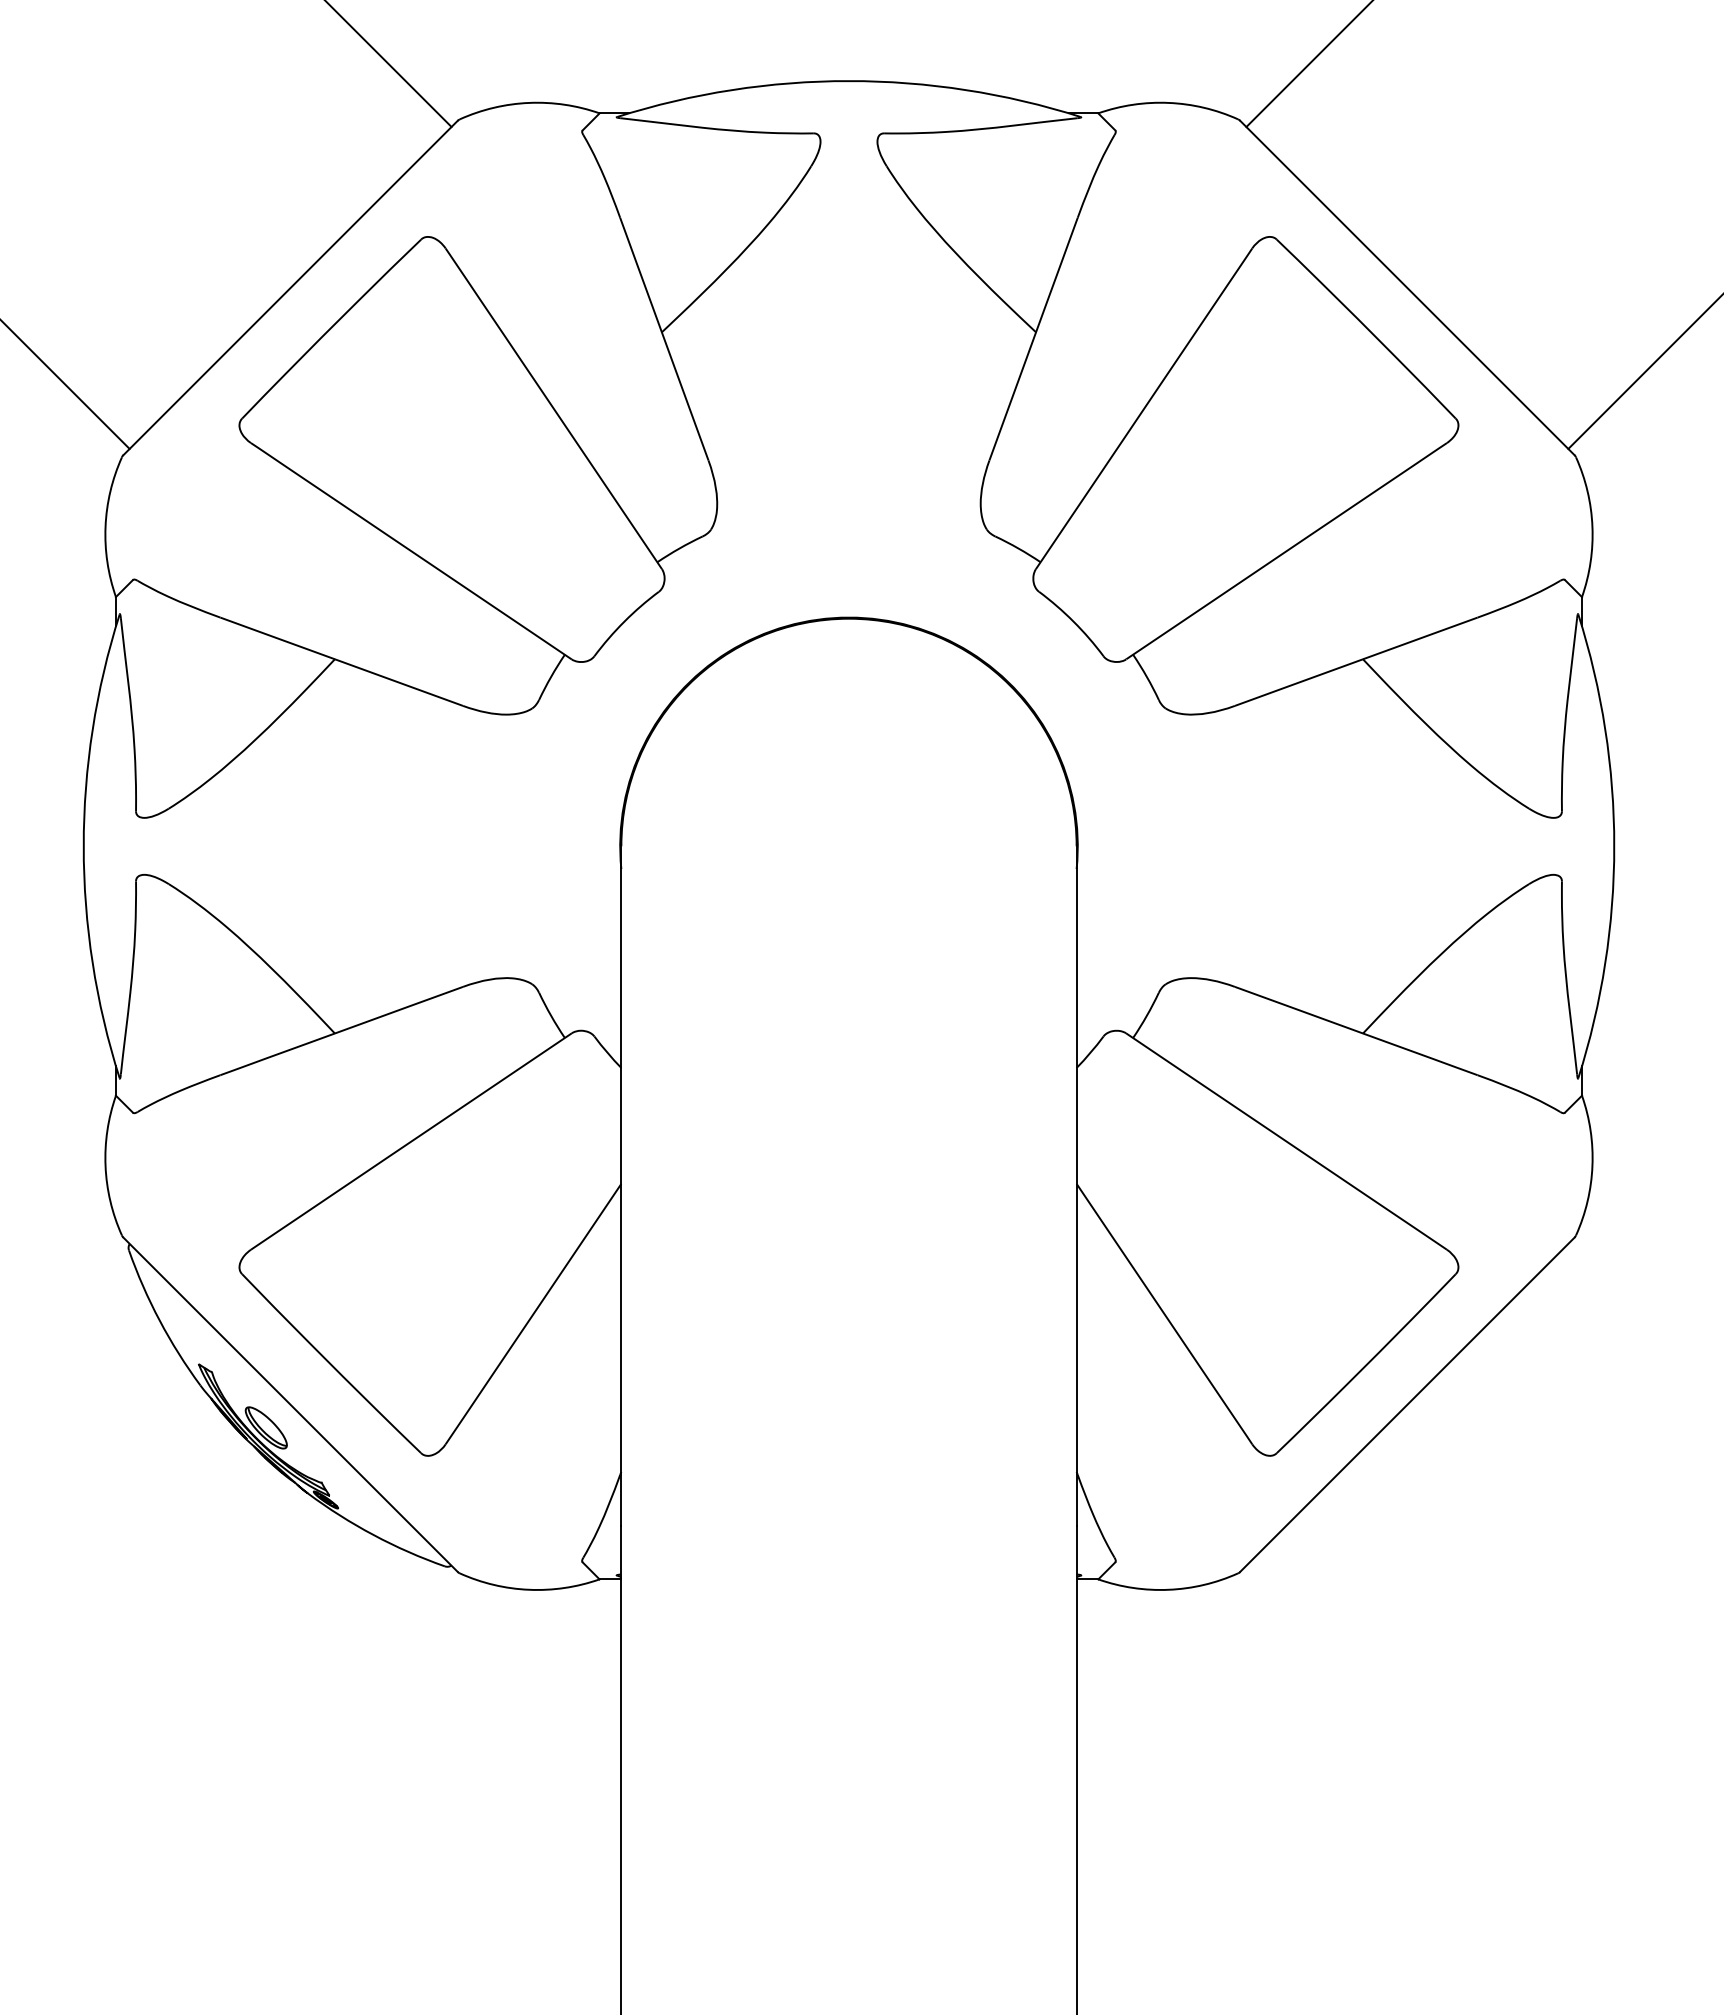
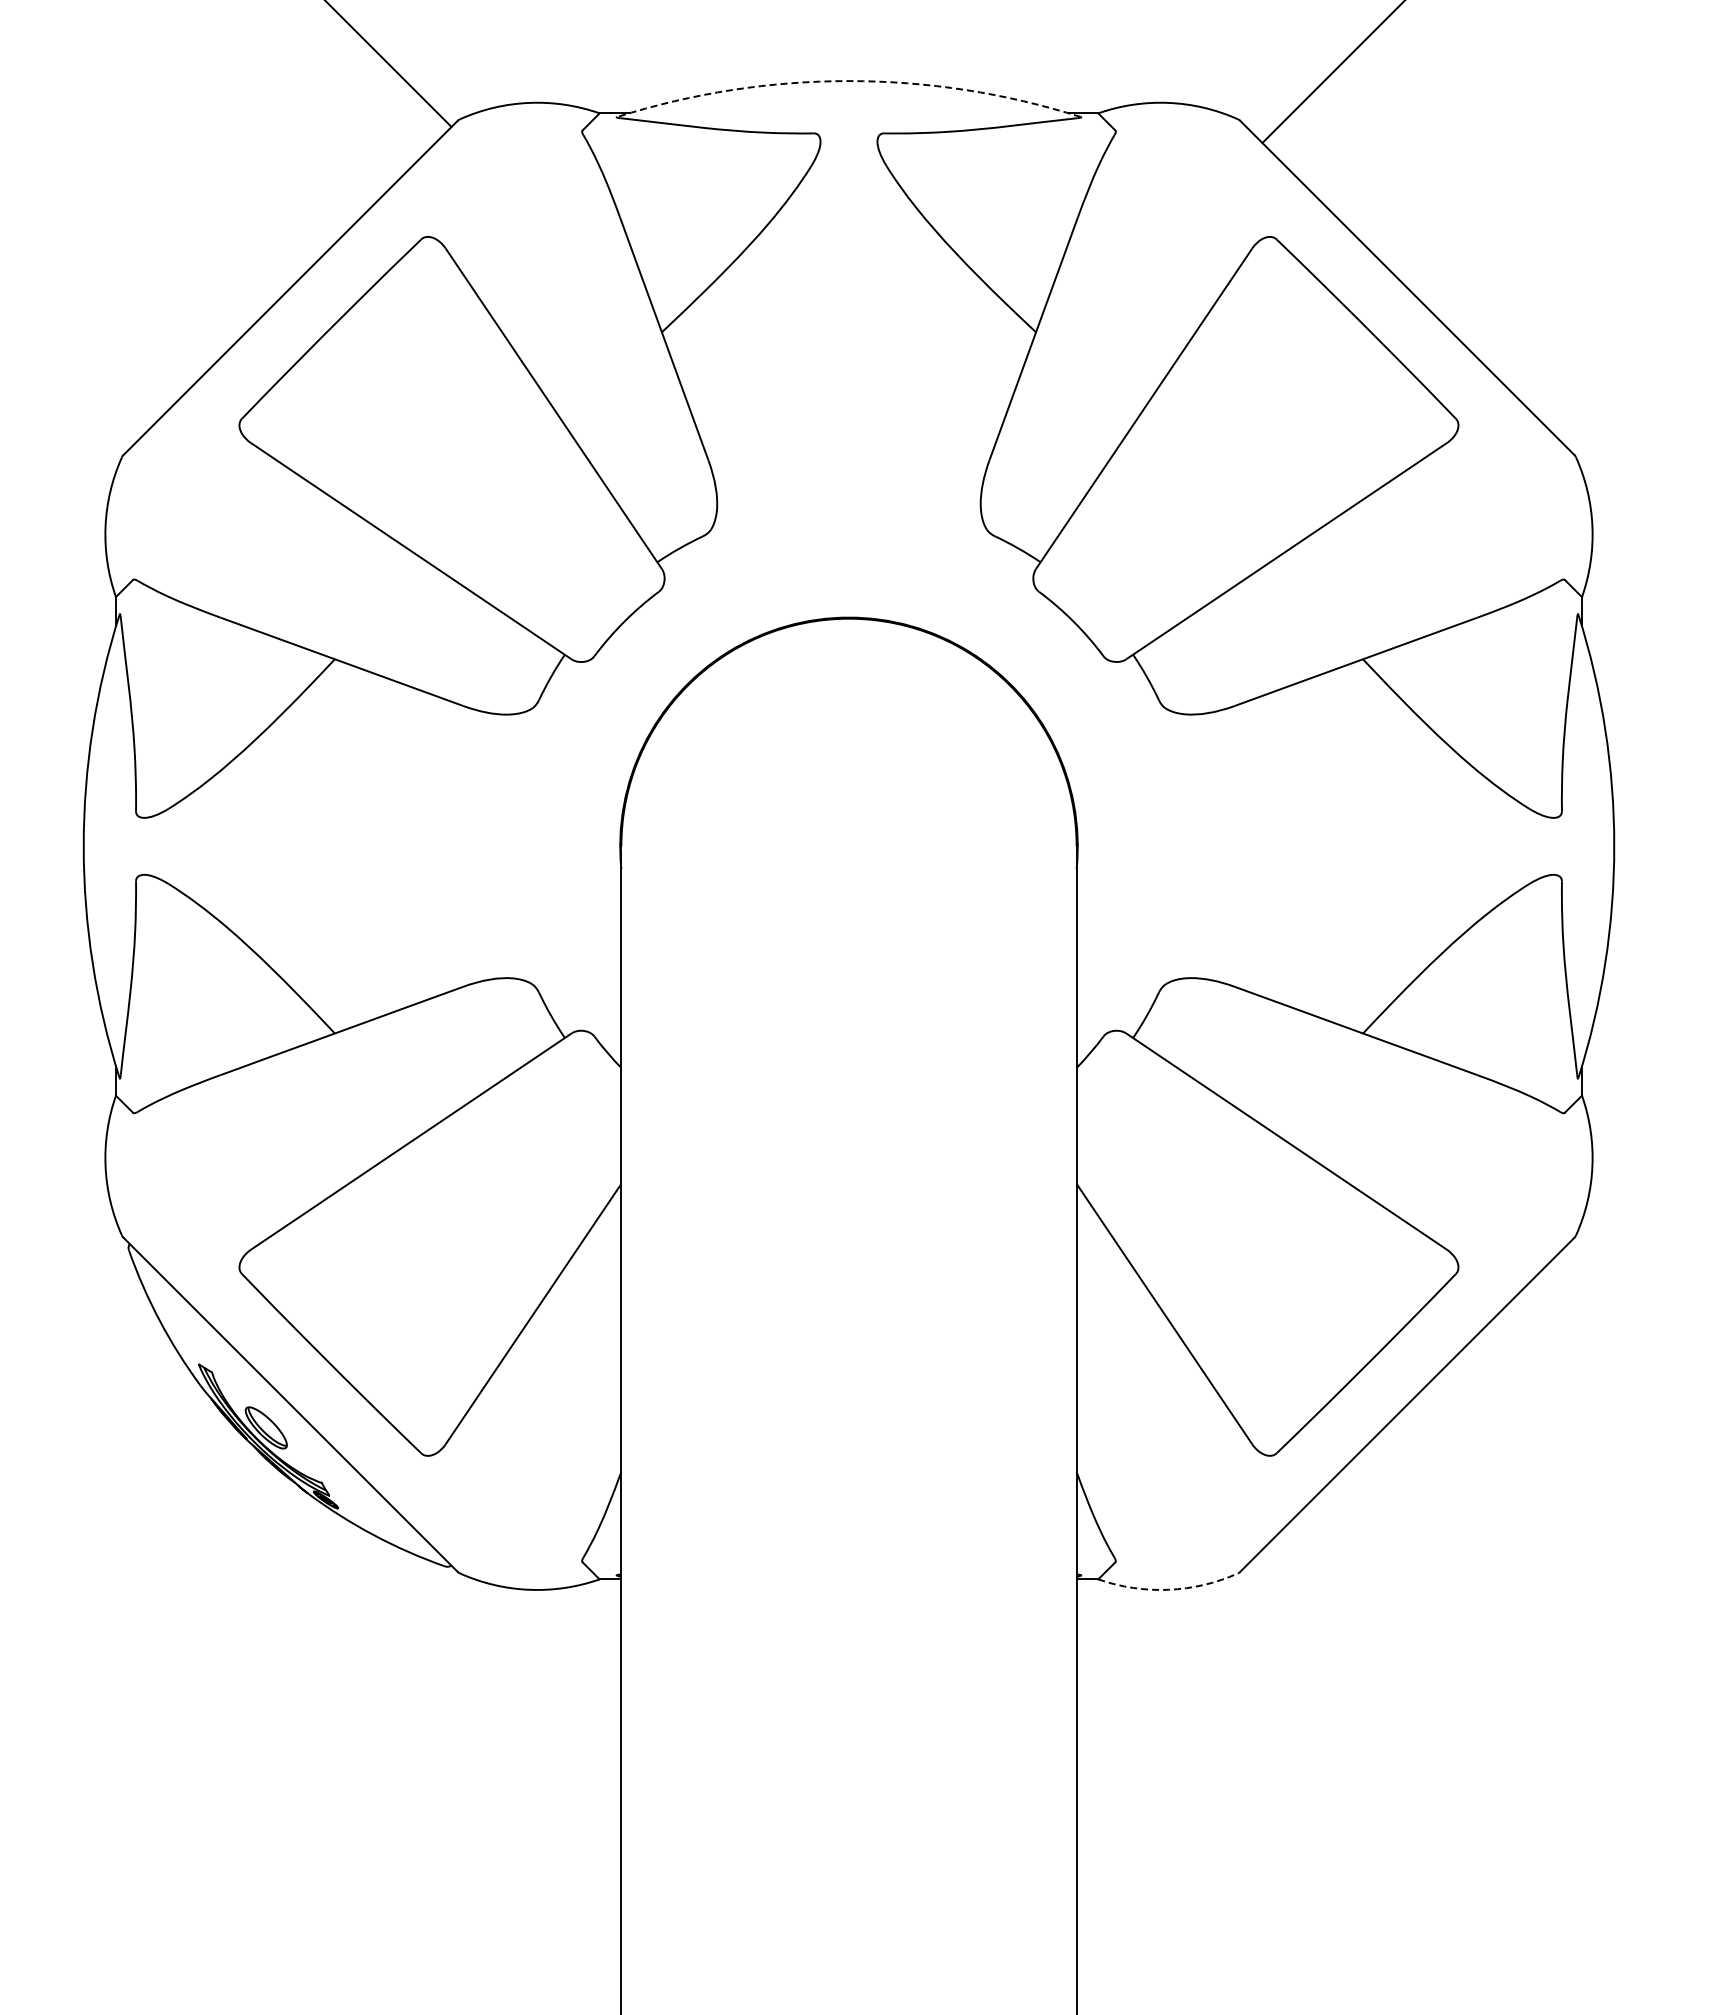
line at (1308, 64) position: (1308, 64) -> (1332, 72)
arc at (849, 81): solid -> dashed
line at (1644, 372): present -> none
line at (65, 384): present -> none
arc at (1168, 1589): solid -> dashed
